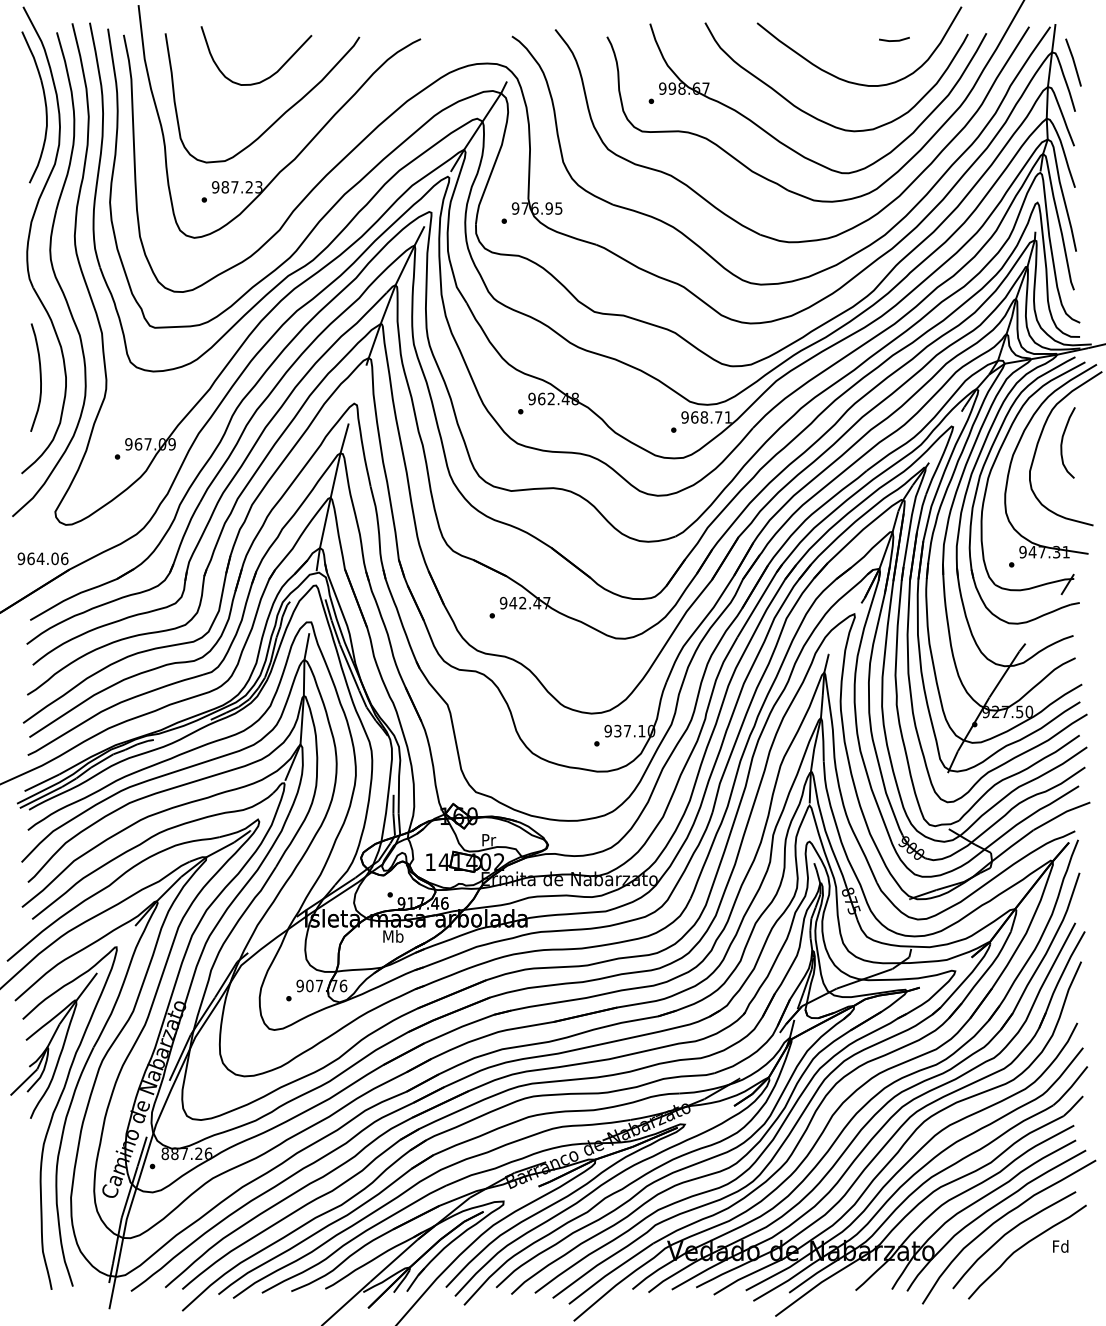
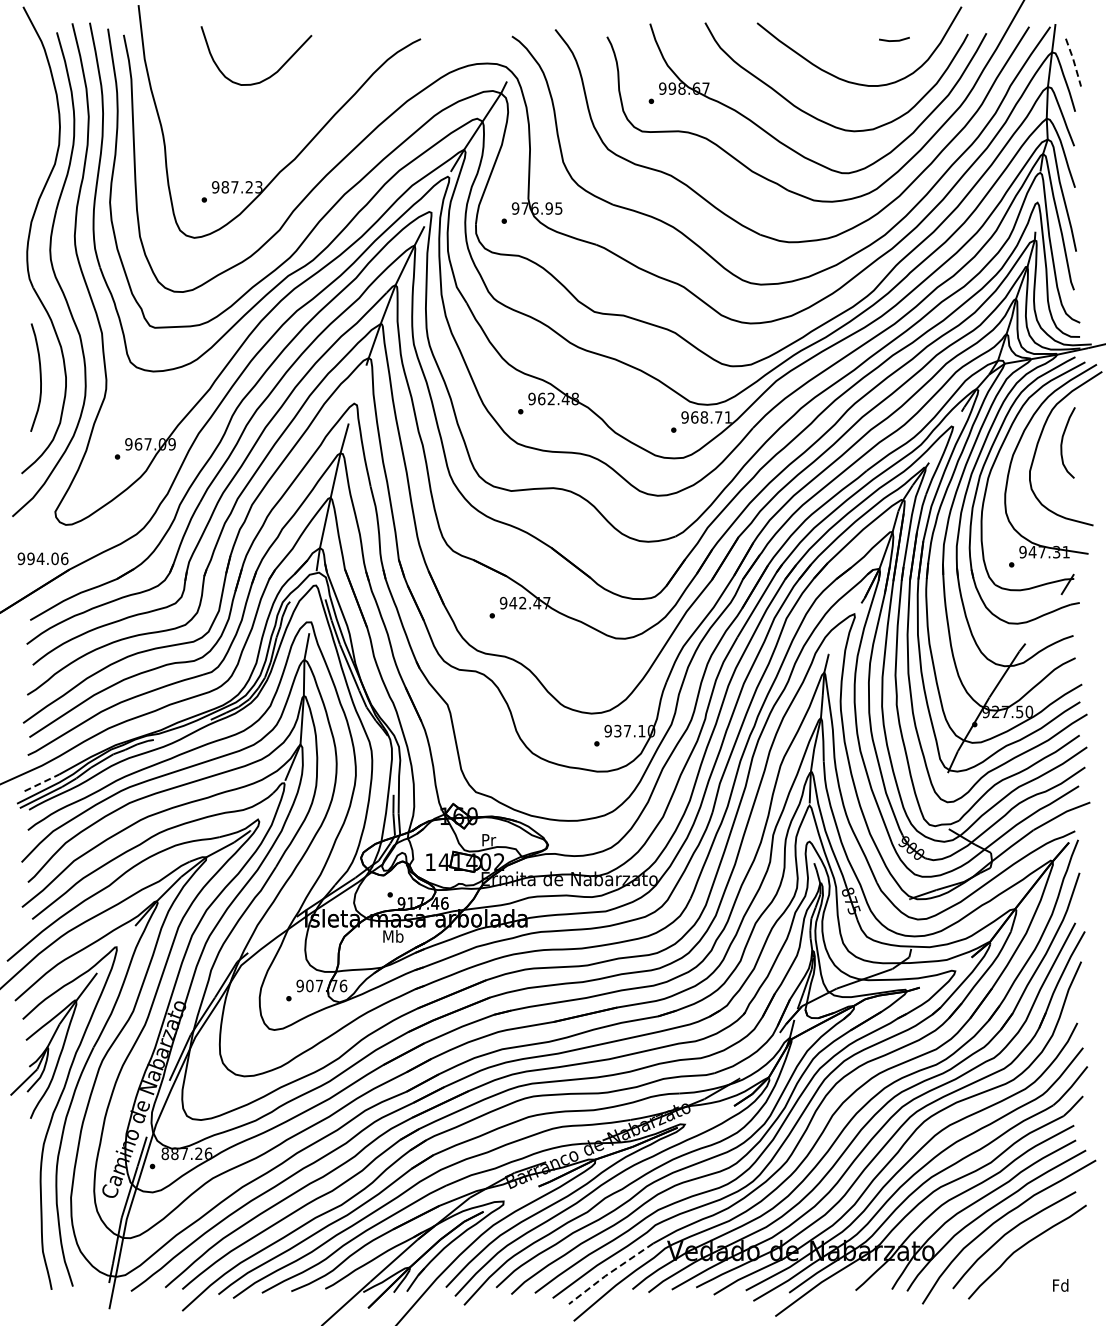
line at (1074, 61): solid -> dashed
part at (44, 103): present -> none
curve at (280, 115): present -> none
text at (30, 558): 964.06 -> 994.06
line at (42, 782): solid -> dashed
text at (1060, 1246) position: (1060, 1246) -> (1060, 1285)
line at (610, 1272): solid -> dashed
